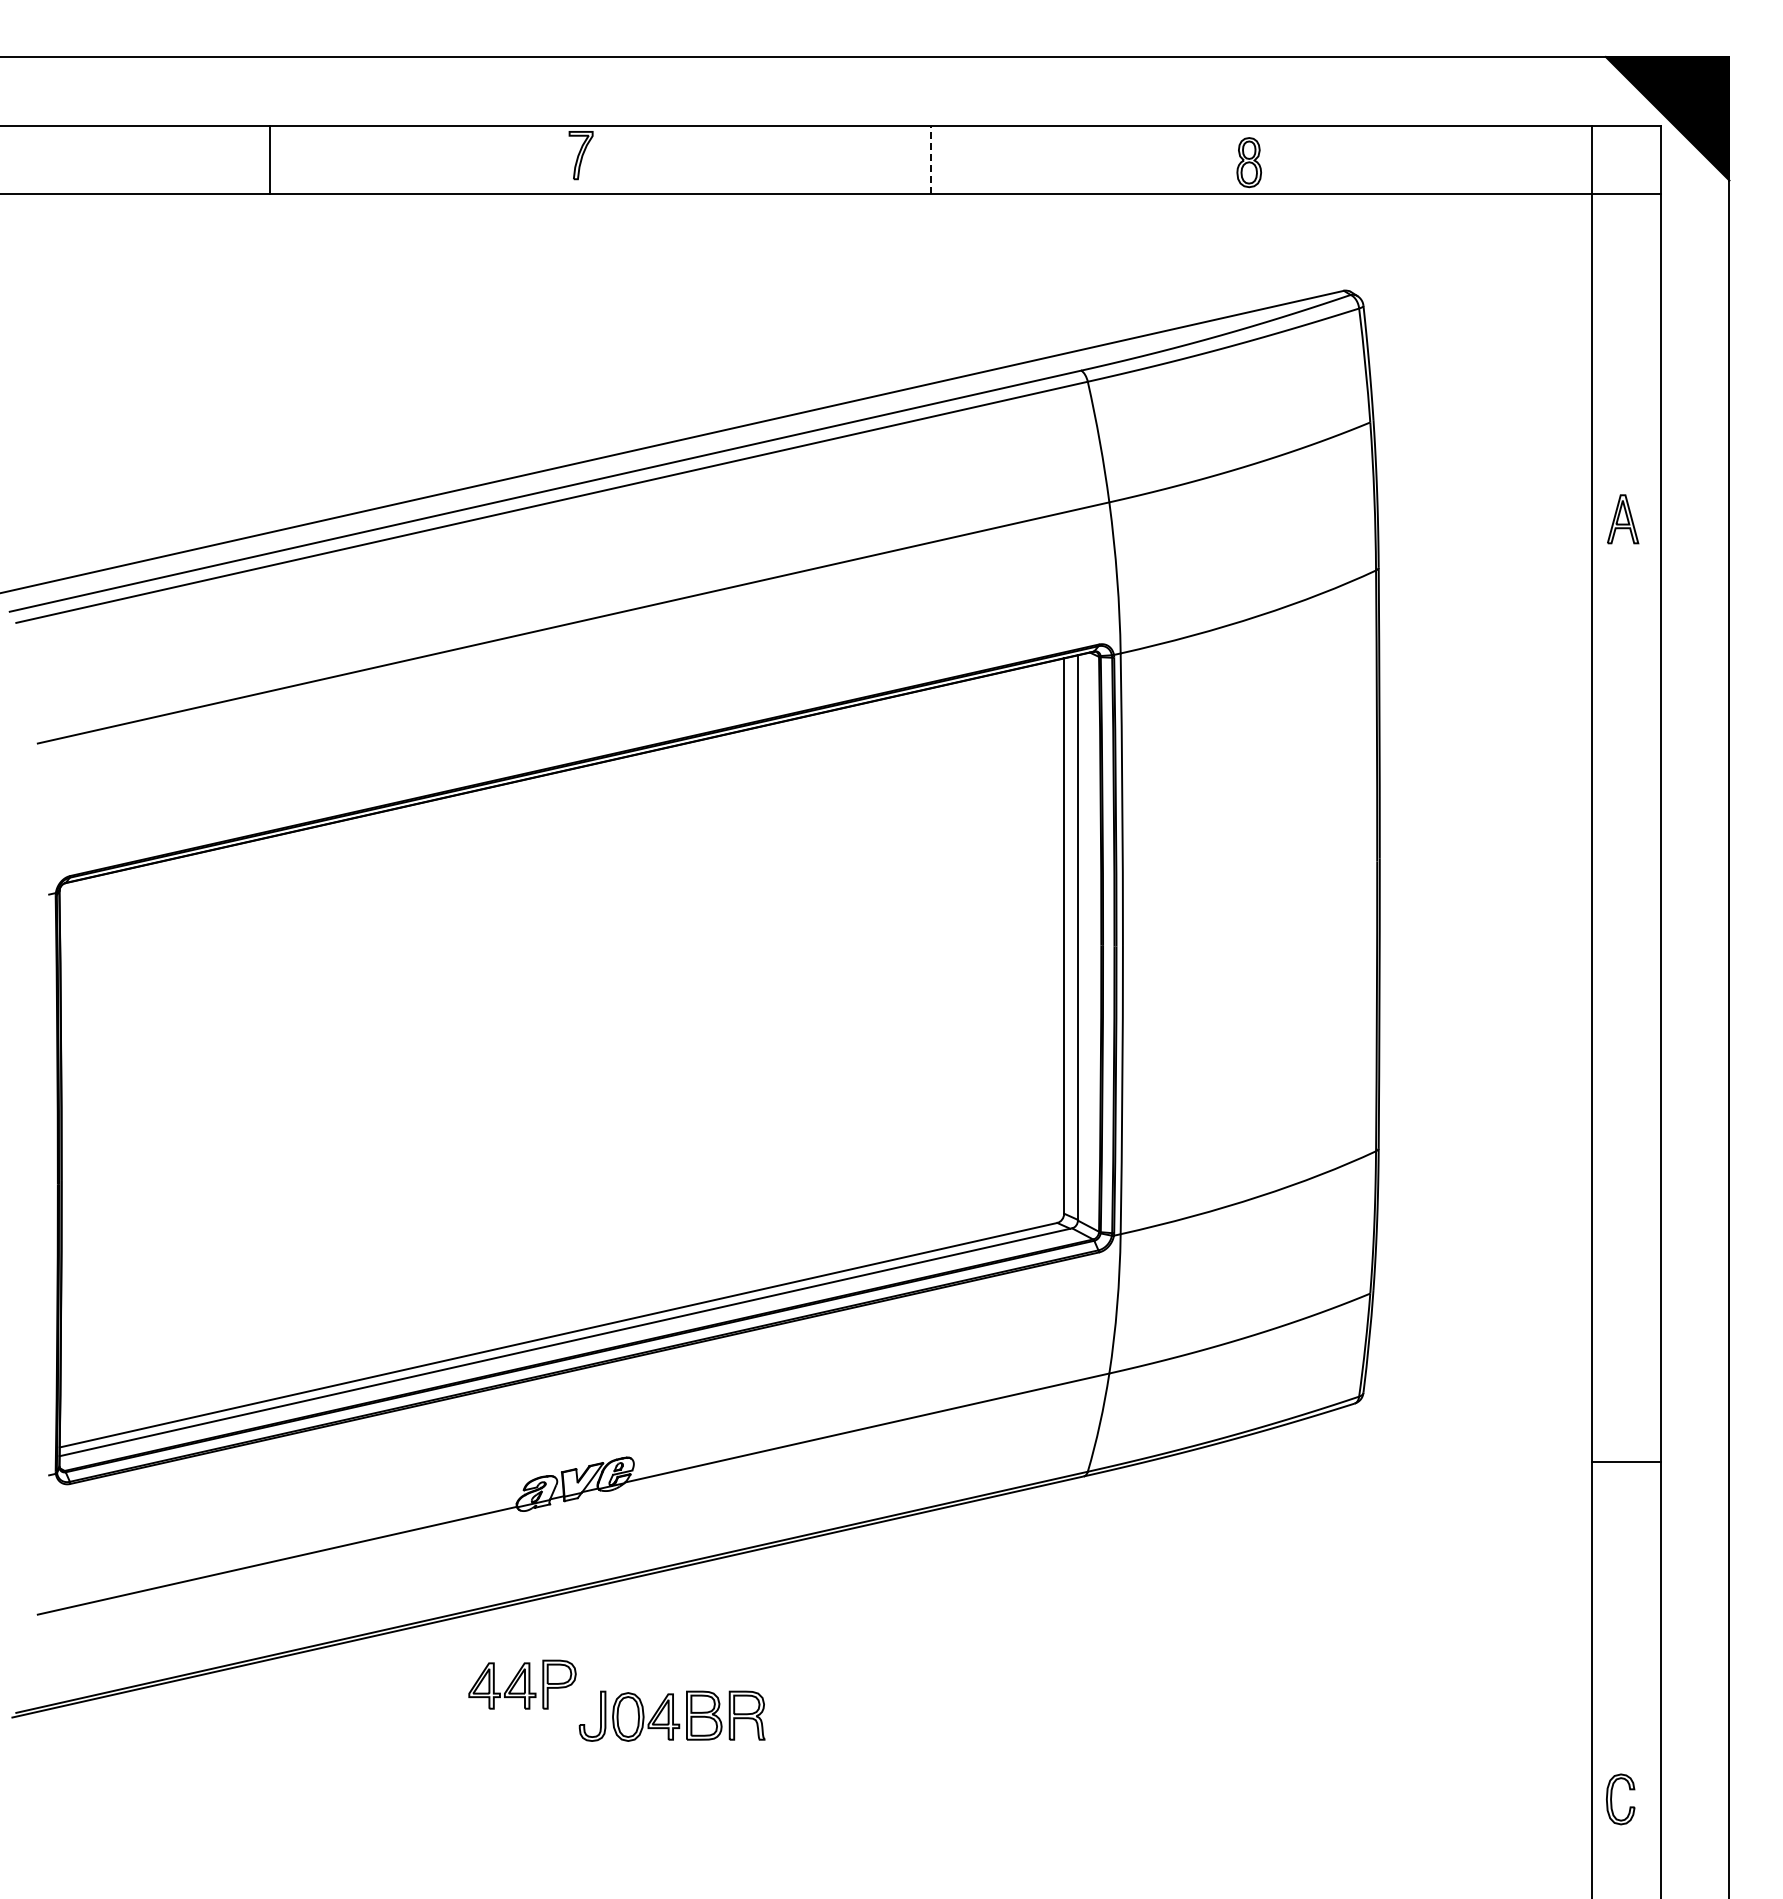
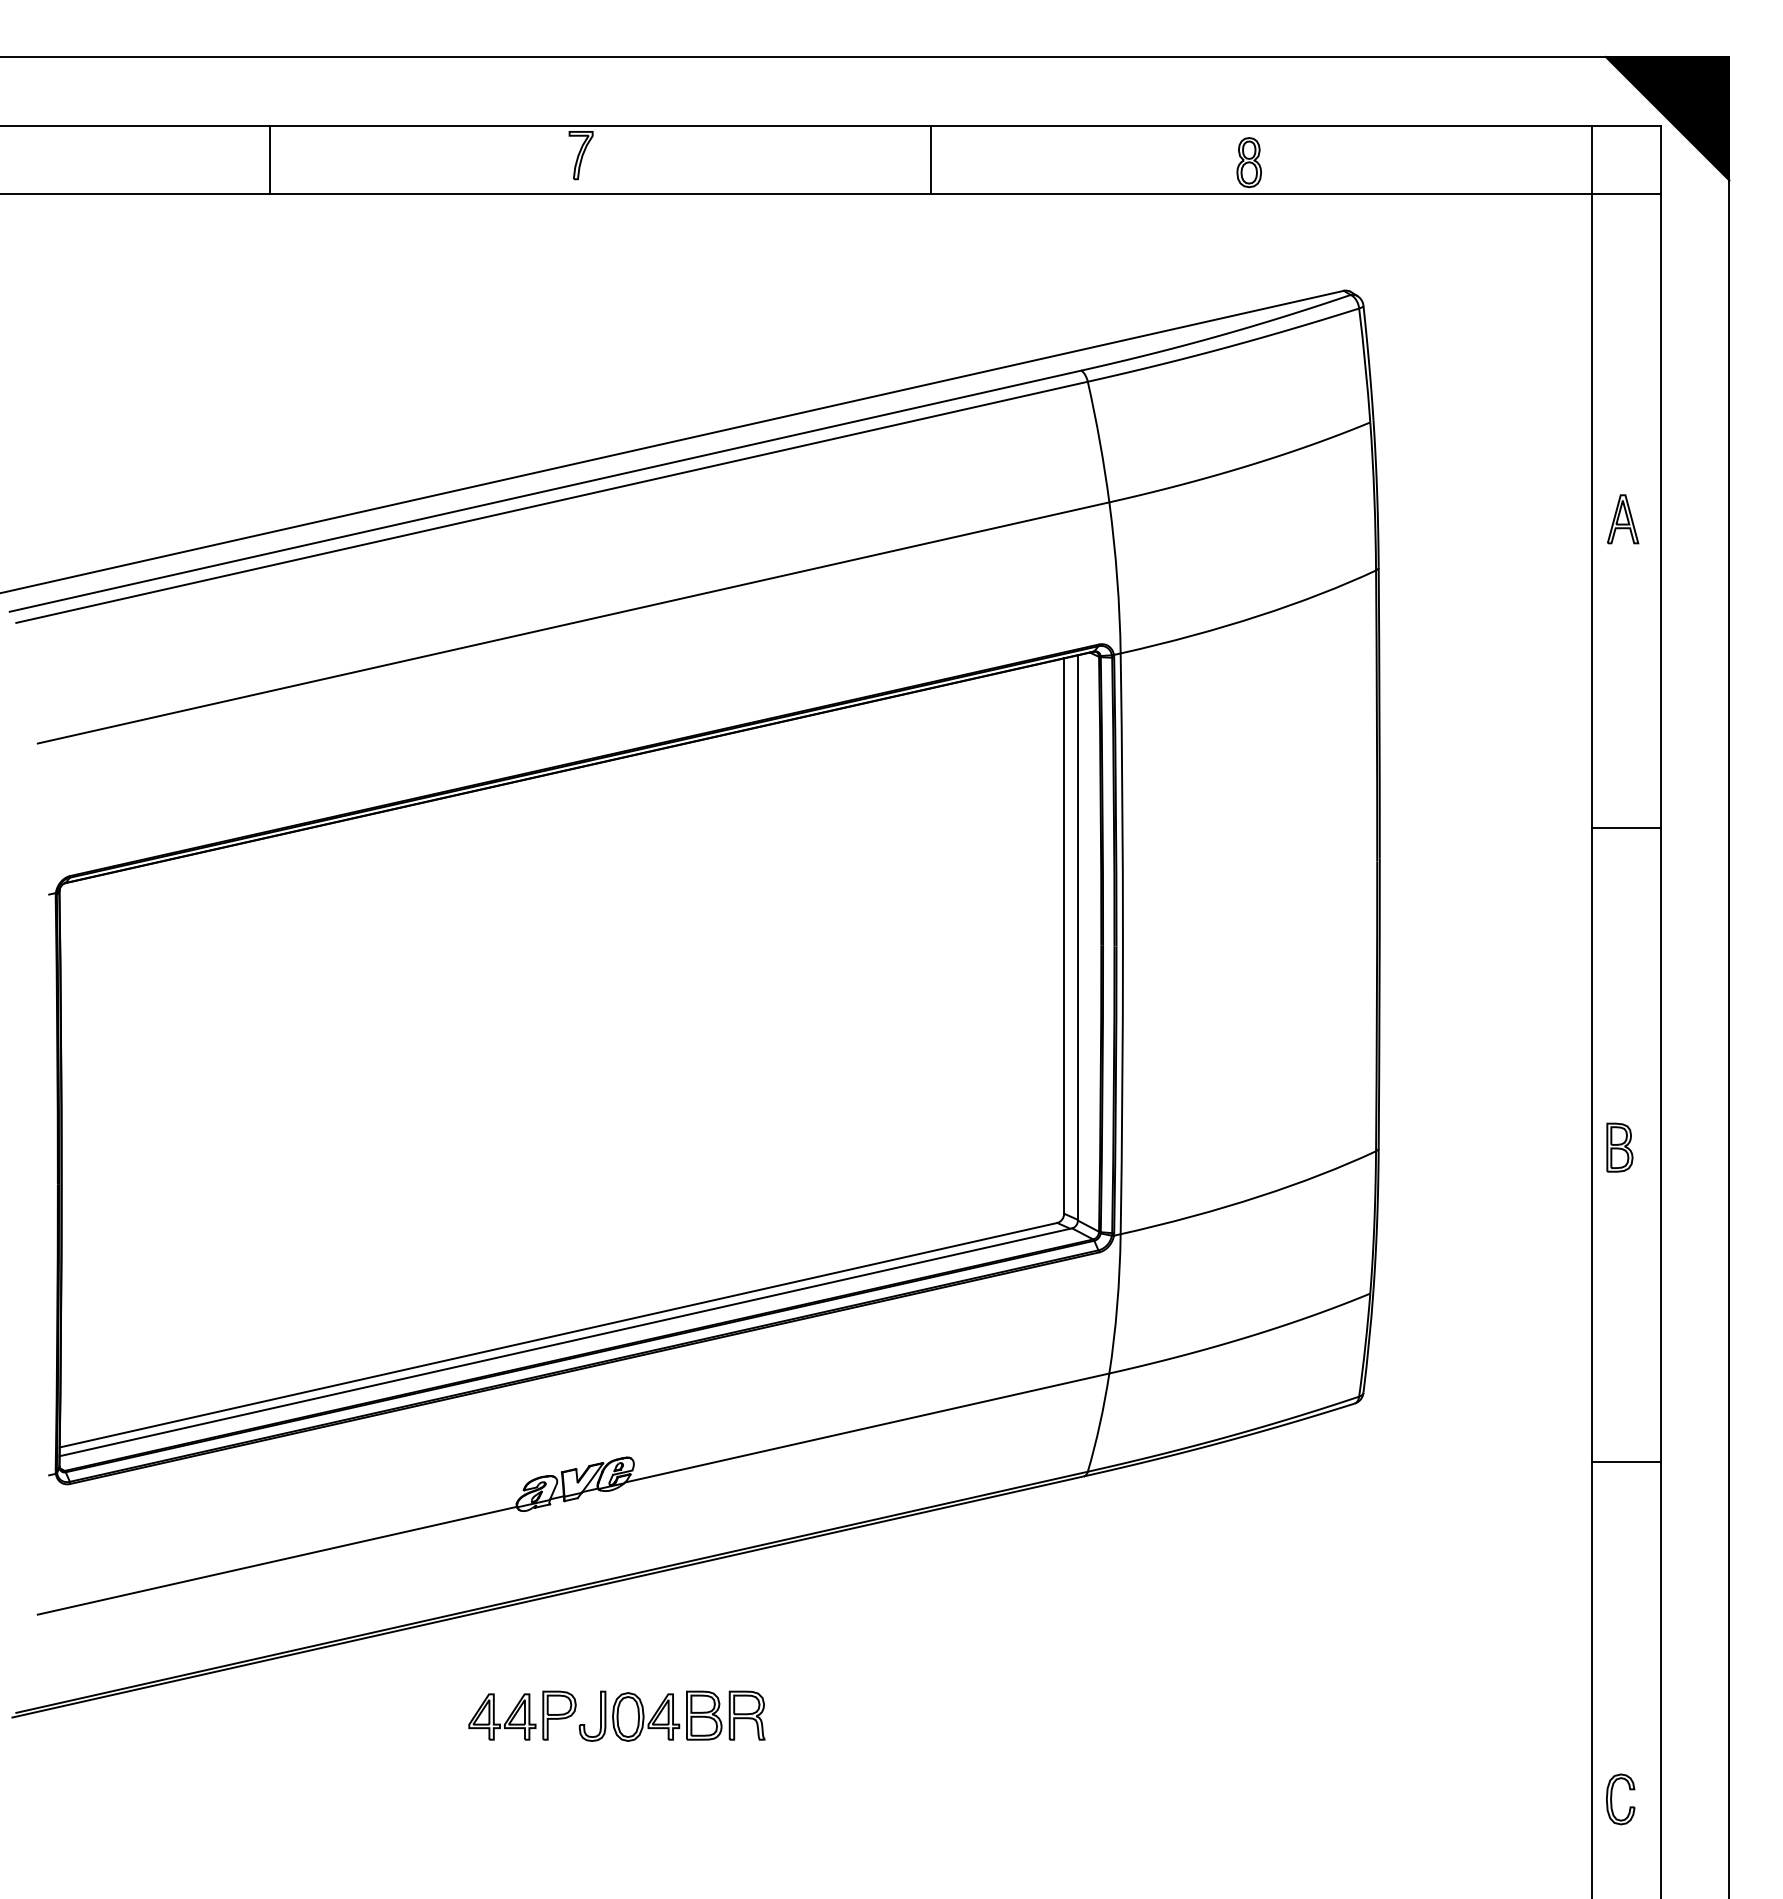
line at (931, 159): dashed -> solid
line at (1626, 828): none -> present
part at (1619, 1147): none -> present
part at (522, 1684) position: (522, 1684) -> (522, 1715)
